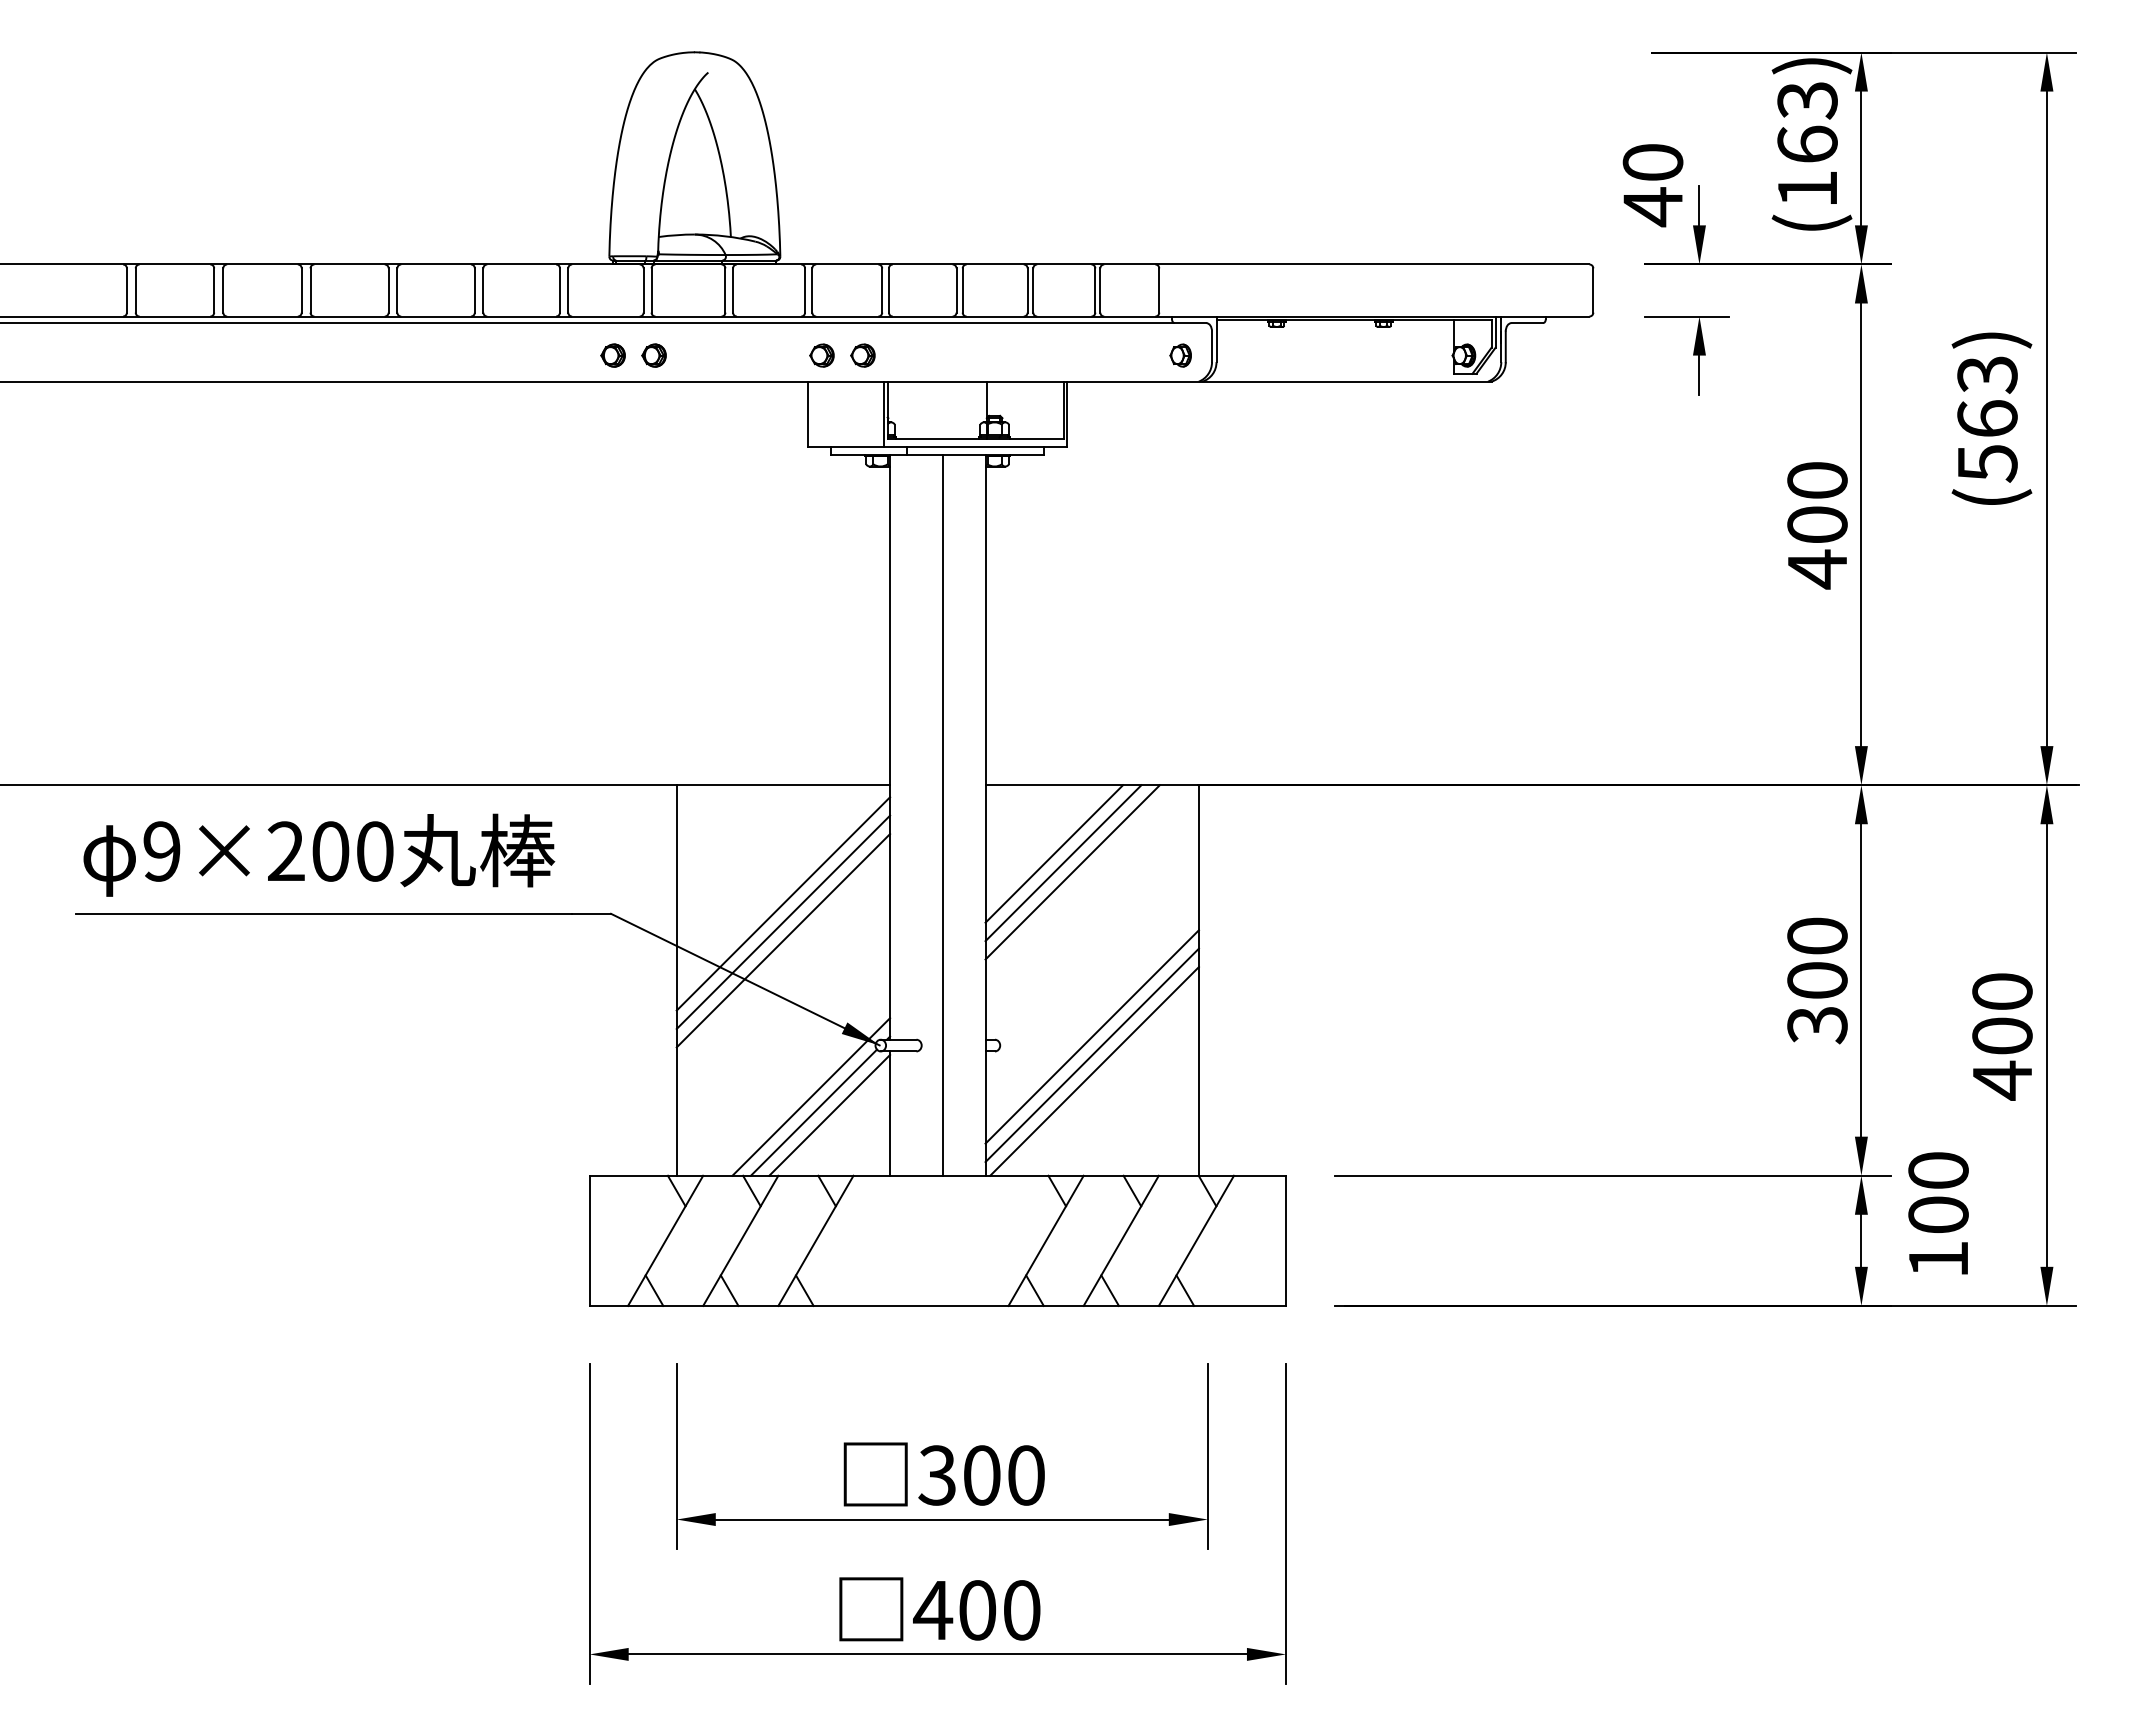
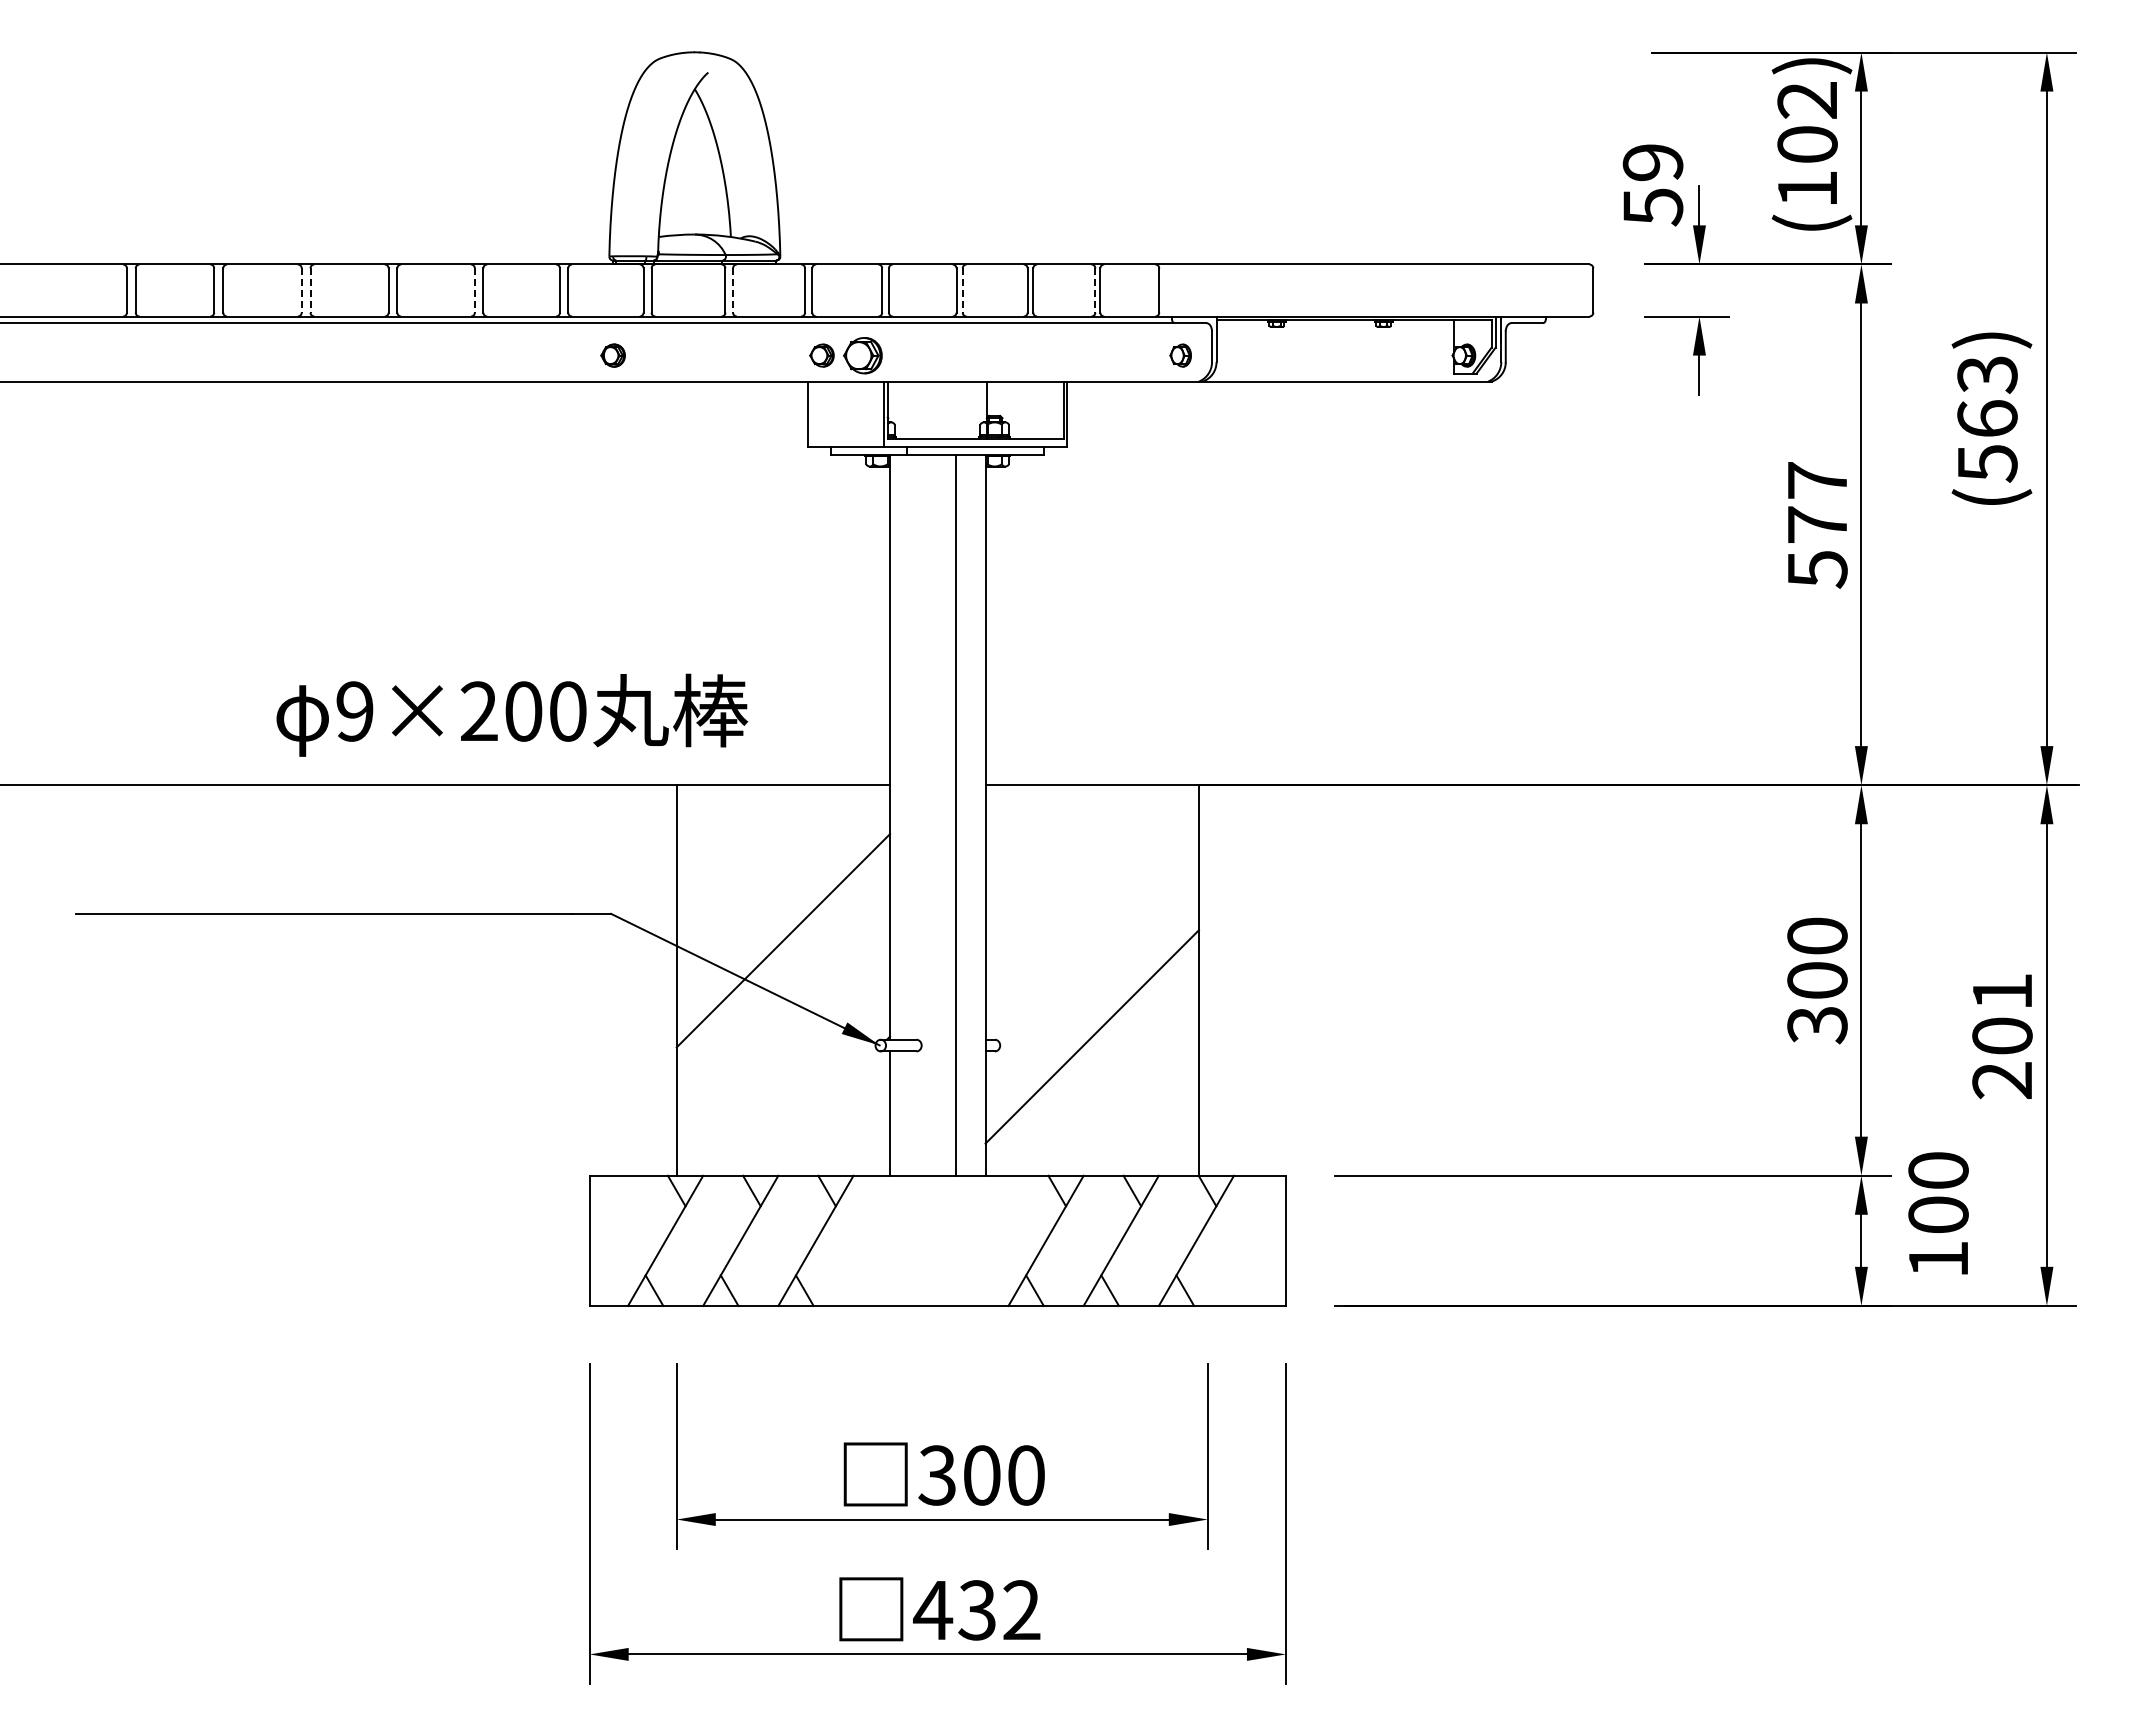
text at (1807, 122): (163) -> (102)
text at (1652, 185): 40 -> 59
line at (301, 291): solid -> dashed
line at (310, 291): solid -> dashed
line at (474, 291): solid -> dashed
line at (733, 291): solid -> dashed
line at (962, 291): solid -> dashed
line at (1095, 291): solid -> dashed
part at (653, 355): present -> none
part at (862, 355) size: 26x25 px -> 40x38 px
text at (1817, 525): 400 -> 577
line at (942, 814) position: (942, 814) -> (955, 814)
line at (1054, 853): present -> none
text at (319, 854) position: (319, 854) -> (512, 714)
line at (1063, 863): present -> none
line at (1072, 872): present -> none
line at (783, 903): present -> none
line at (783, 922): present -> none
text at (2002, 1036): 400 -> 201
line at (1091, 1055): present -> none
line at (1094, 1071): present -> none
line at (811, 1096): present -> none
line at (813, 1112): present -> none
line at (829, 1114): present -> none
text at (999, 1610): 400 -> 432
